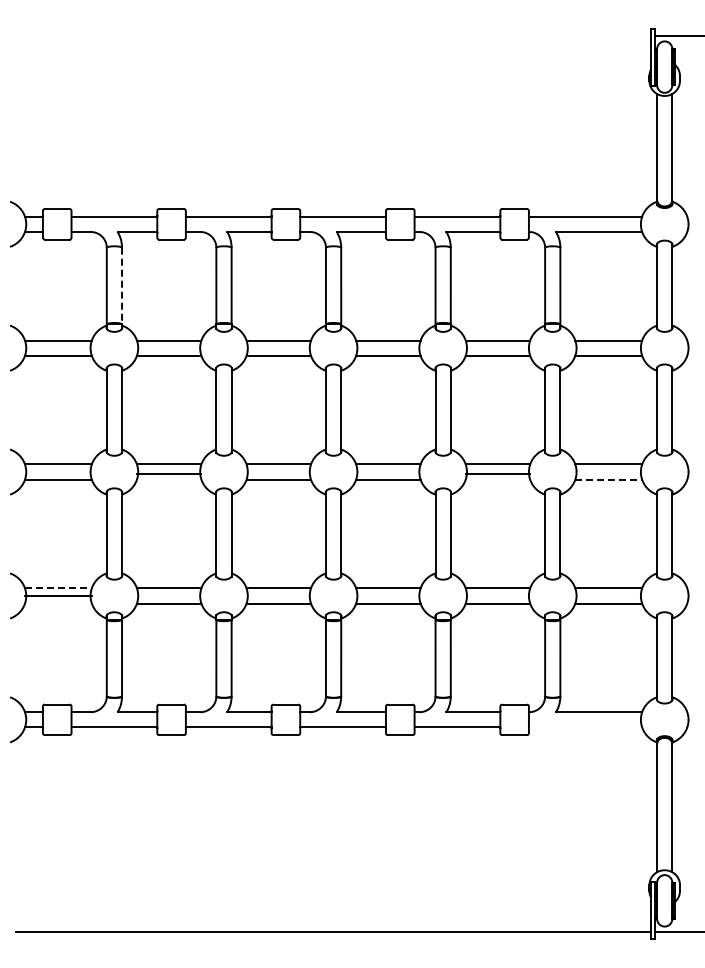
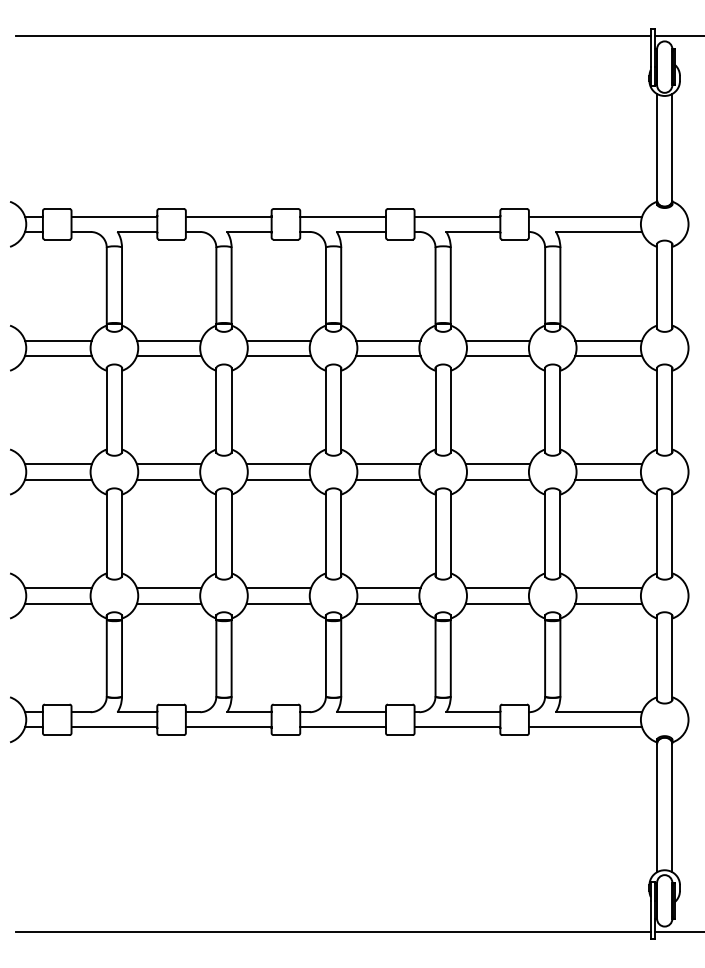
line at (333, 36): none -> present
line at (122, 286): dashed -> solid
line at (168, 473) position: (168, 473) -> (168, 479)
line at (497, 473) position: (497, 473) -> (497, 479)
line at (609, 479): dashed -> solid
line at (58, 588): dashed -> solid
line at (58, 595) position: (58, 595) -> (58, 603)
line at (585, 727): none -> present
